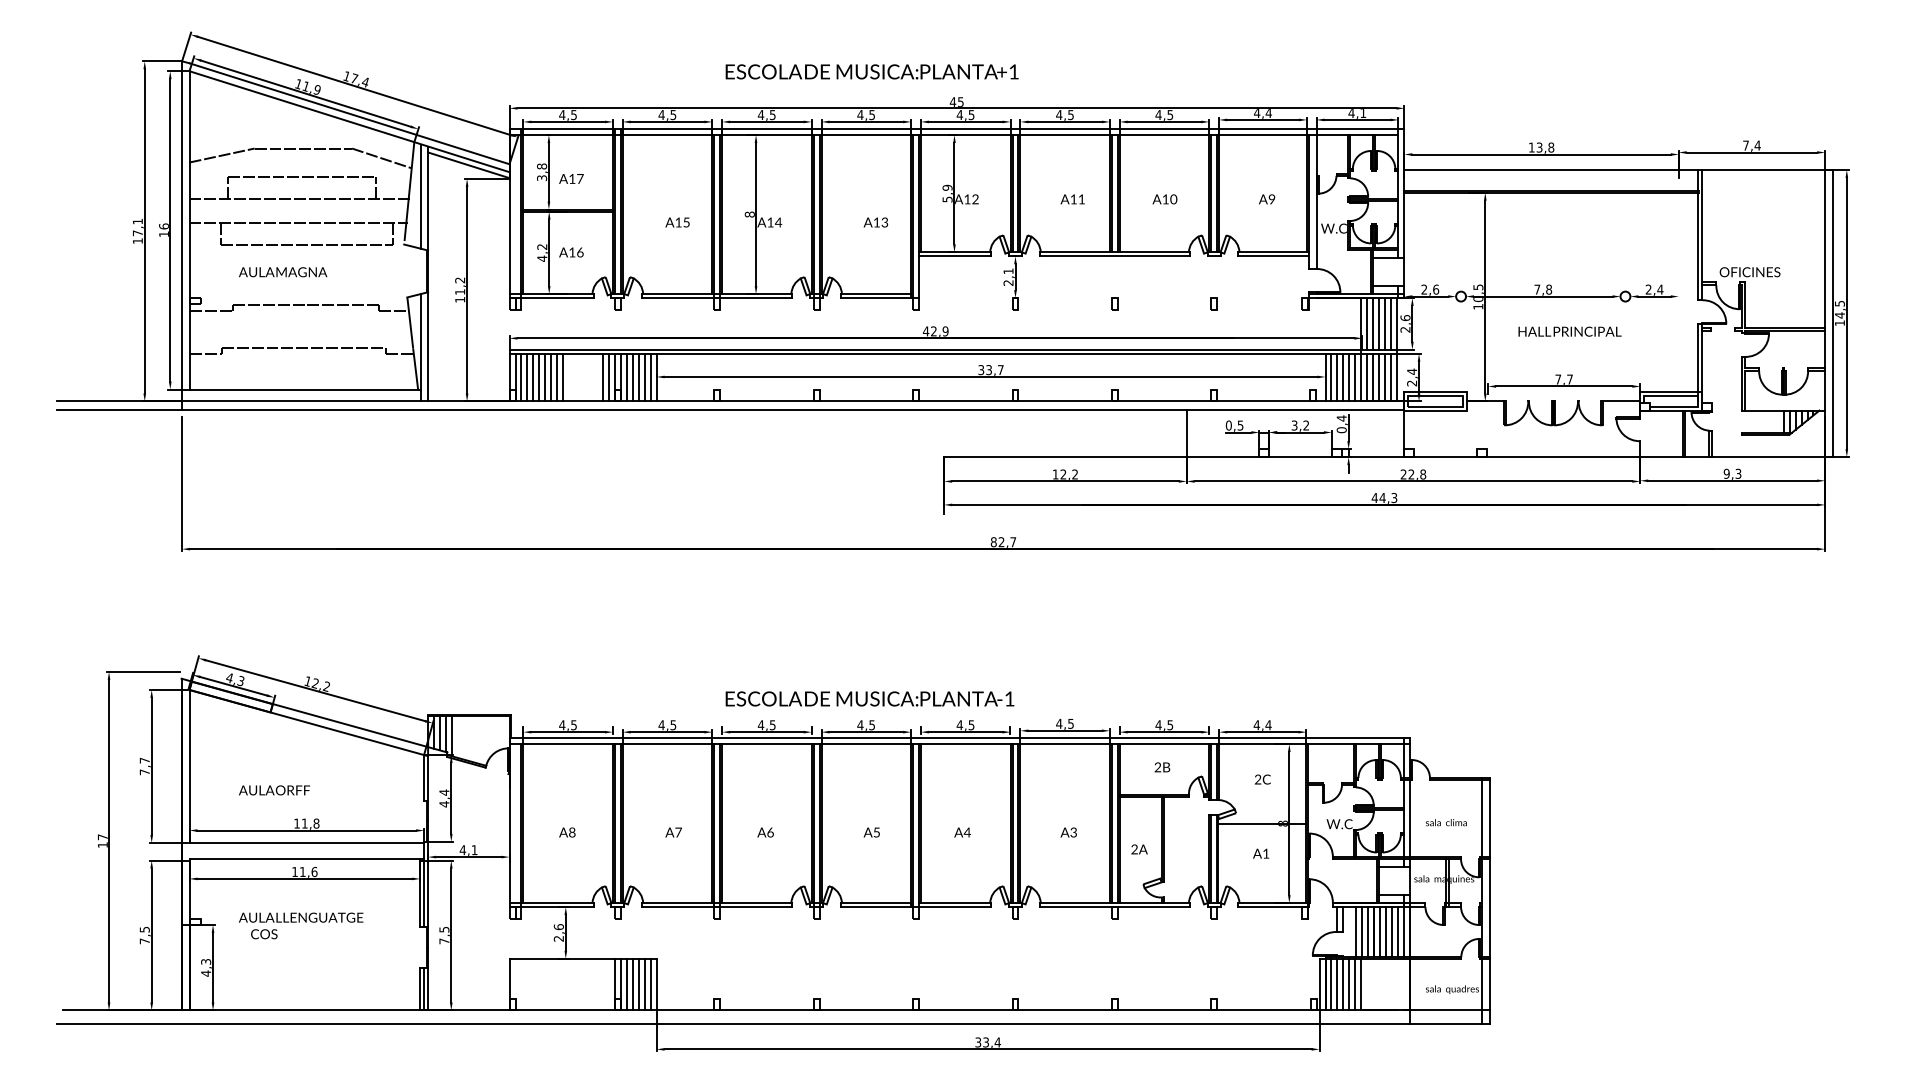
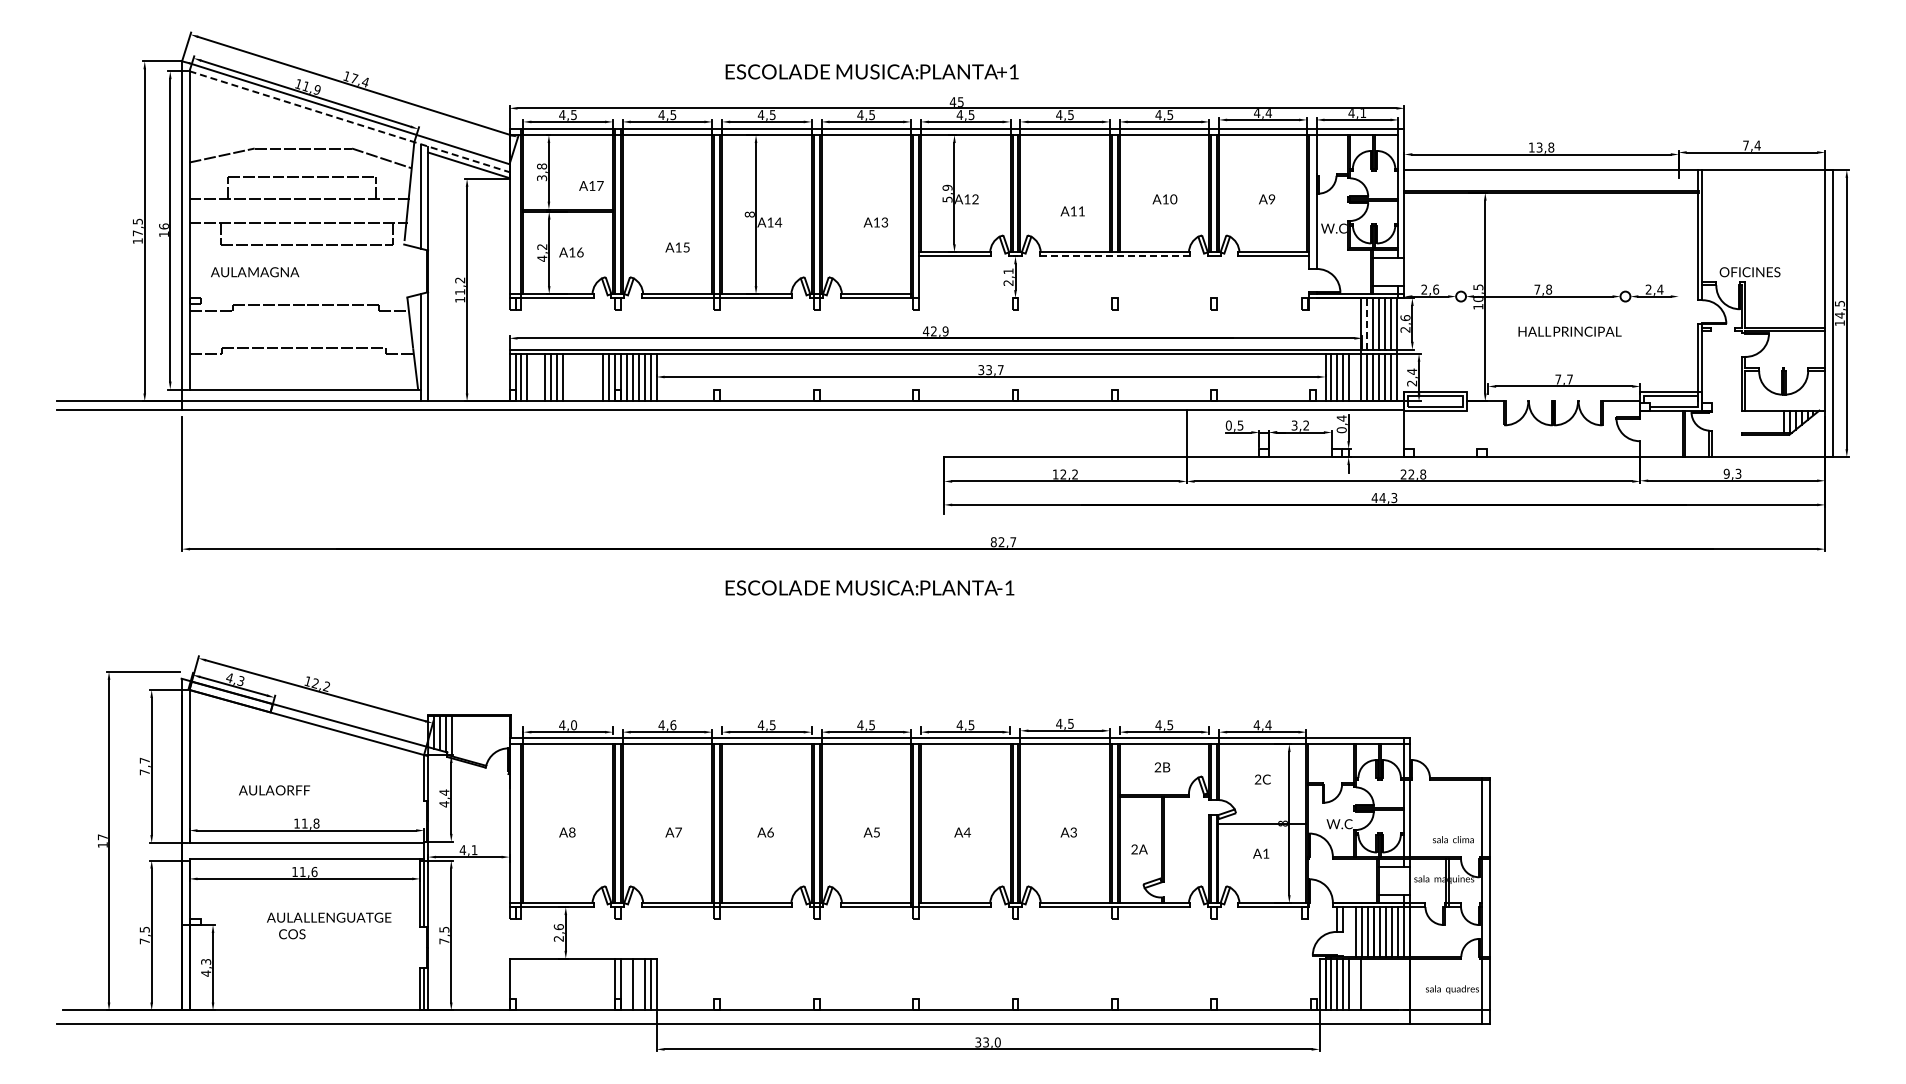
line at (349, 121): solid -> dashed
text at (571, 178) position: (571, 178) -> (591, 185)
text at (1072, 199) position: (1072, 199) -> (1072, 211)
text at (137, 221): 17,1 -> 17,5
text at (677, 222) position: (677, 222) -> (677, 247)
line at (1115, 256): solid -> dashed
text at (283, 272) position: (283, 272) -> (255, 272)
line at (1367, 323): solid -> dashed
line at (533, 377): present -> none
line at (539, 377): present -> none
line at (1355, 377): present -> none
text at (869, 698) position: (869, 698) -> (869, 587)
text at (574, 725): 4,5 -> 4,0
text at (673, 725): 4,5 -> 4,6
text at (1446, 822) position: (1446, 822) -> (1453, 839)
text at (301, 925) position: (301, 925) -> (329, 925)
line at (626, 984): present -> none
line at (638, 984): present -> none
line at (1355, 984): present -> none
text at (997, 1042): 33,4 -> 33,0
